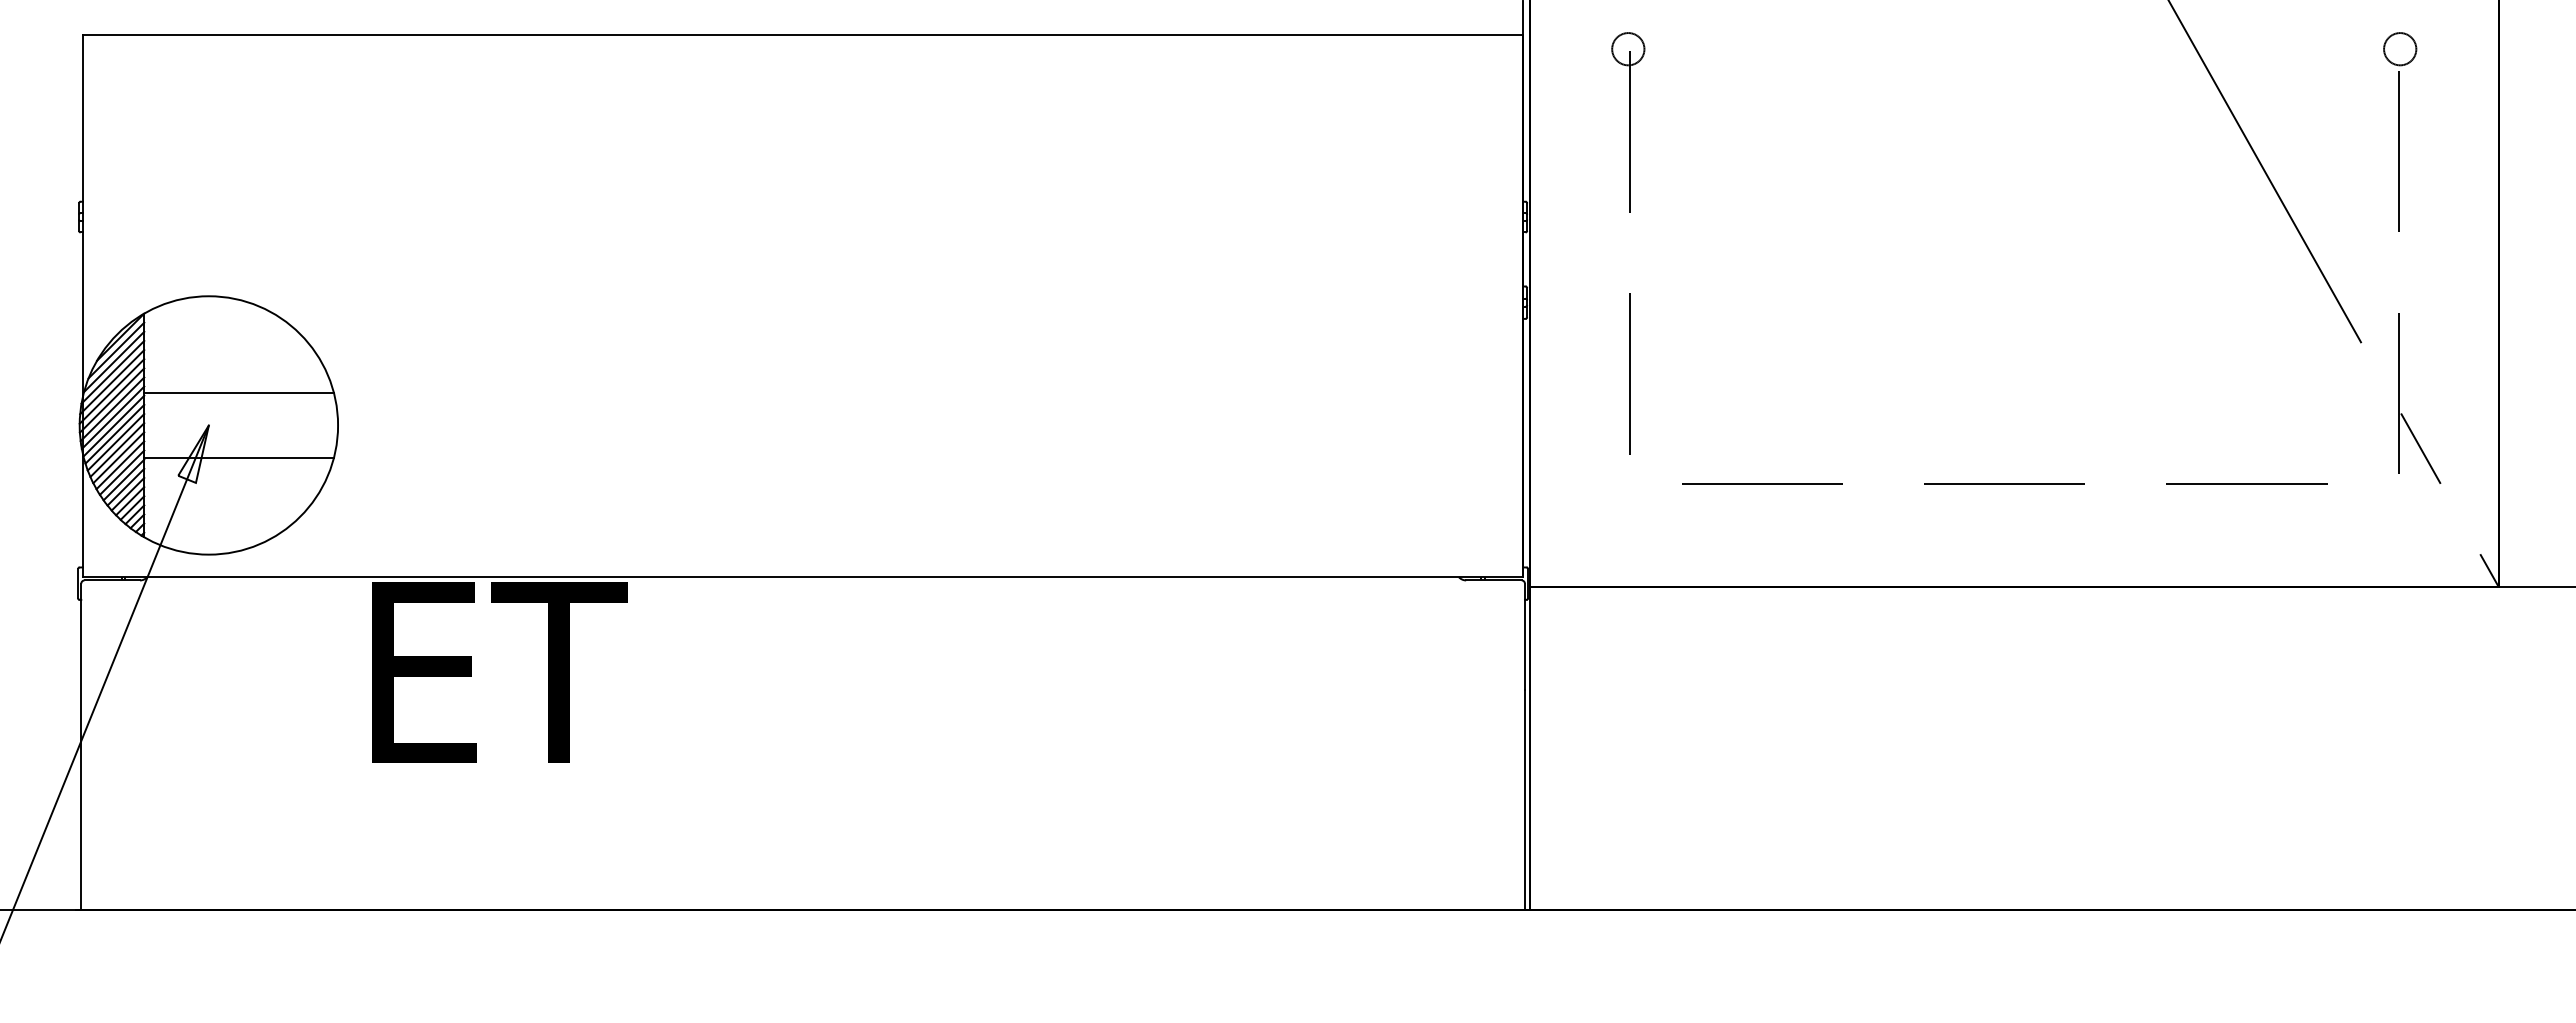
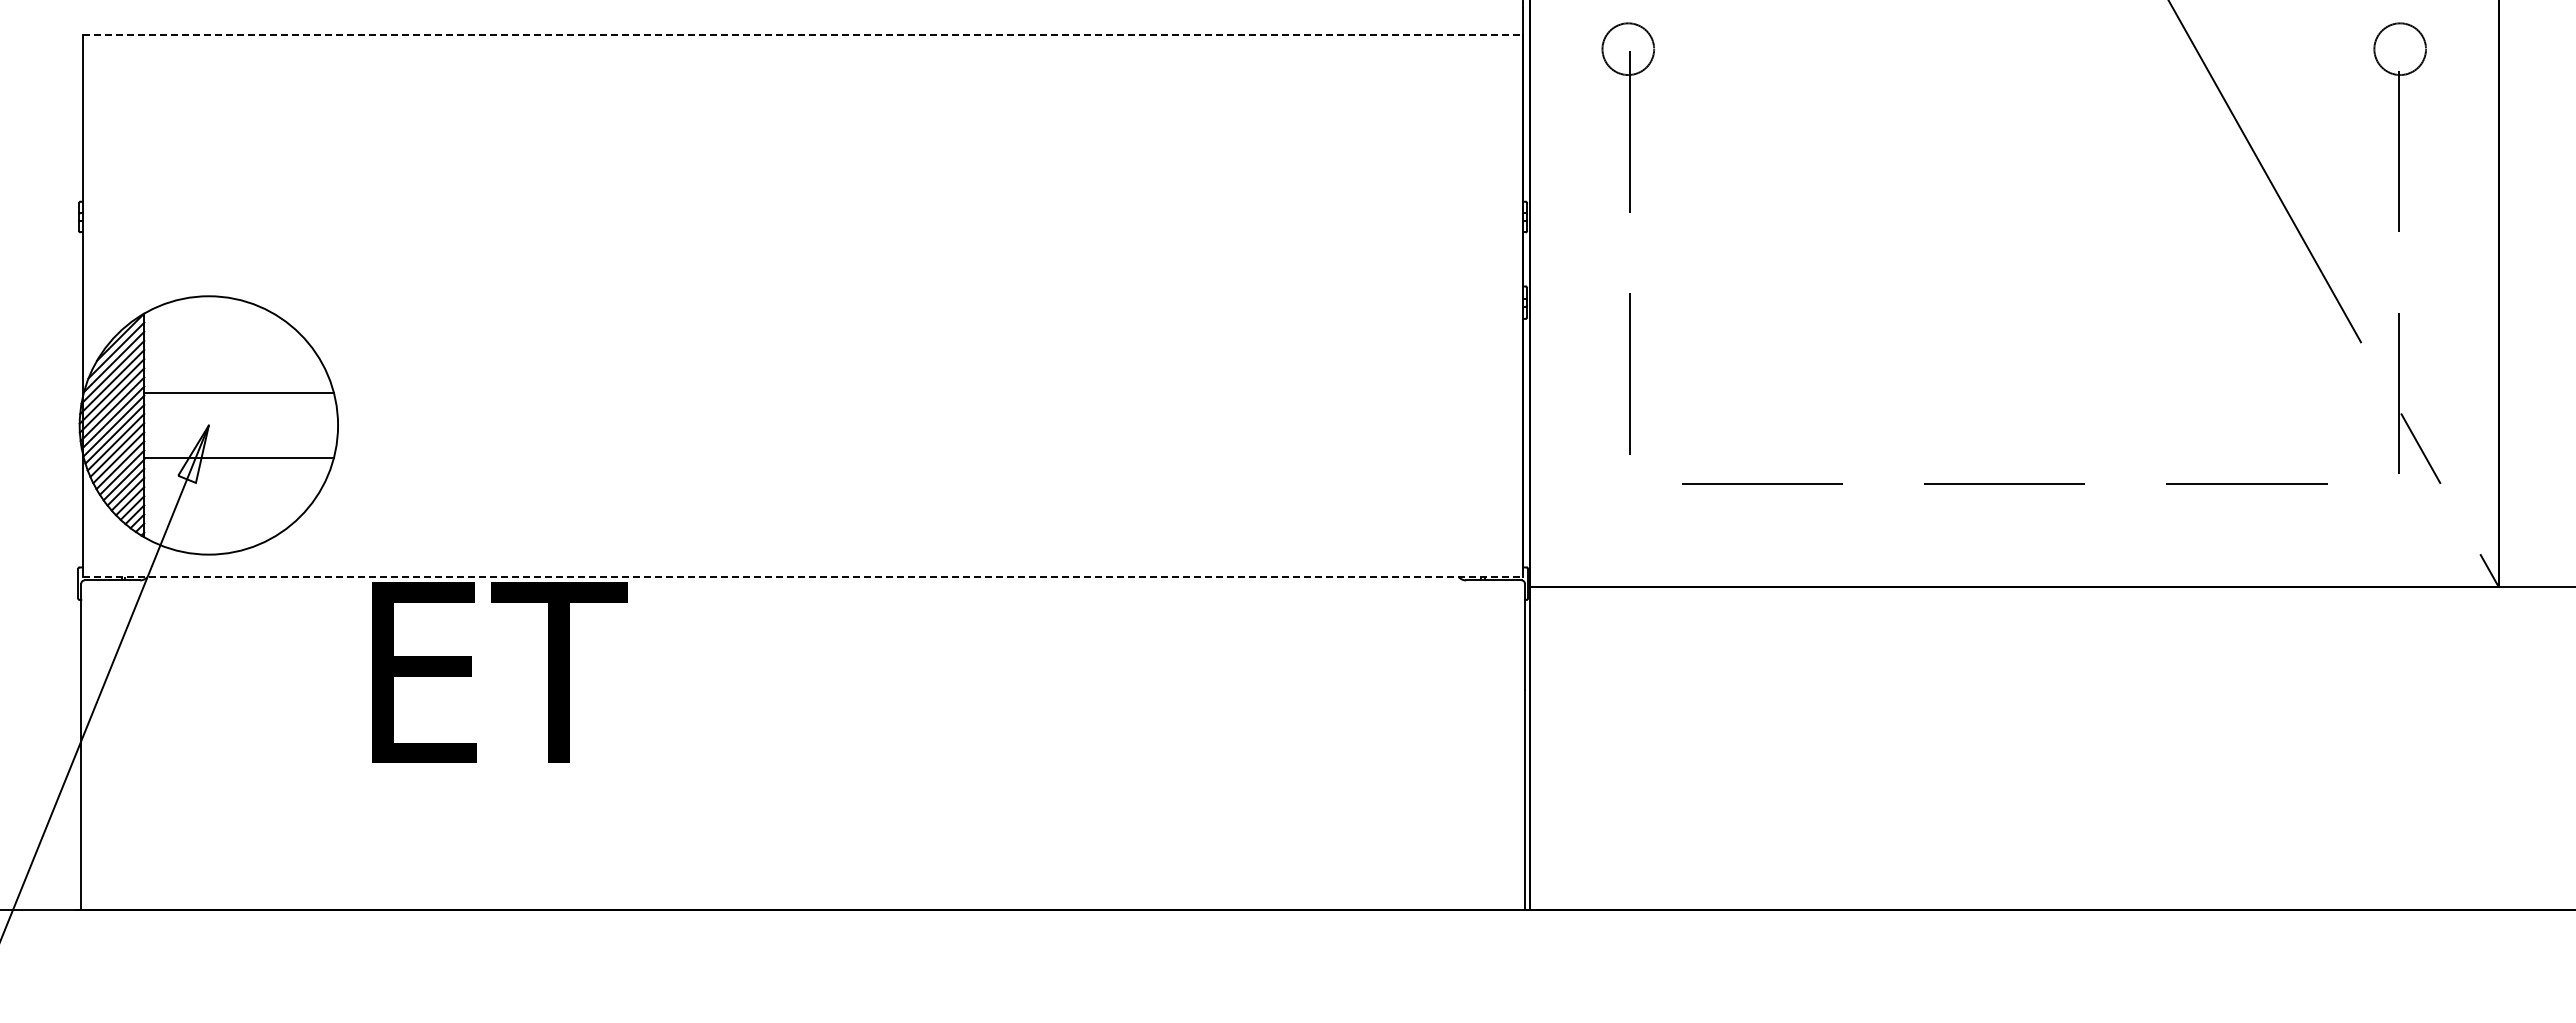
line at (803, 34): solid -> dashed
circle at (1628, 49) diameter: 32 px -> 52 px
circle at (2400, 49) diameter: 32 px -> 52 px
line at (803, 577): solid -> dashed
